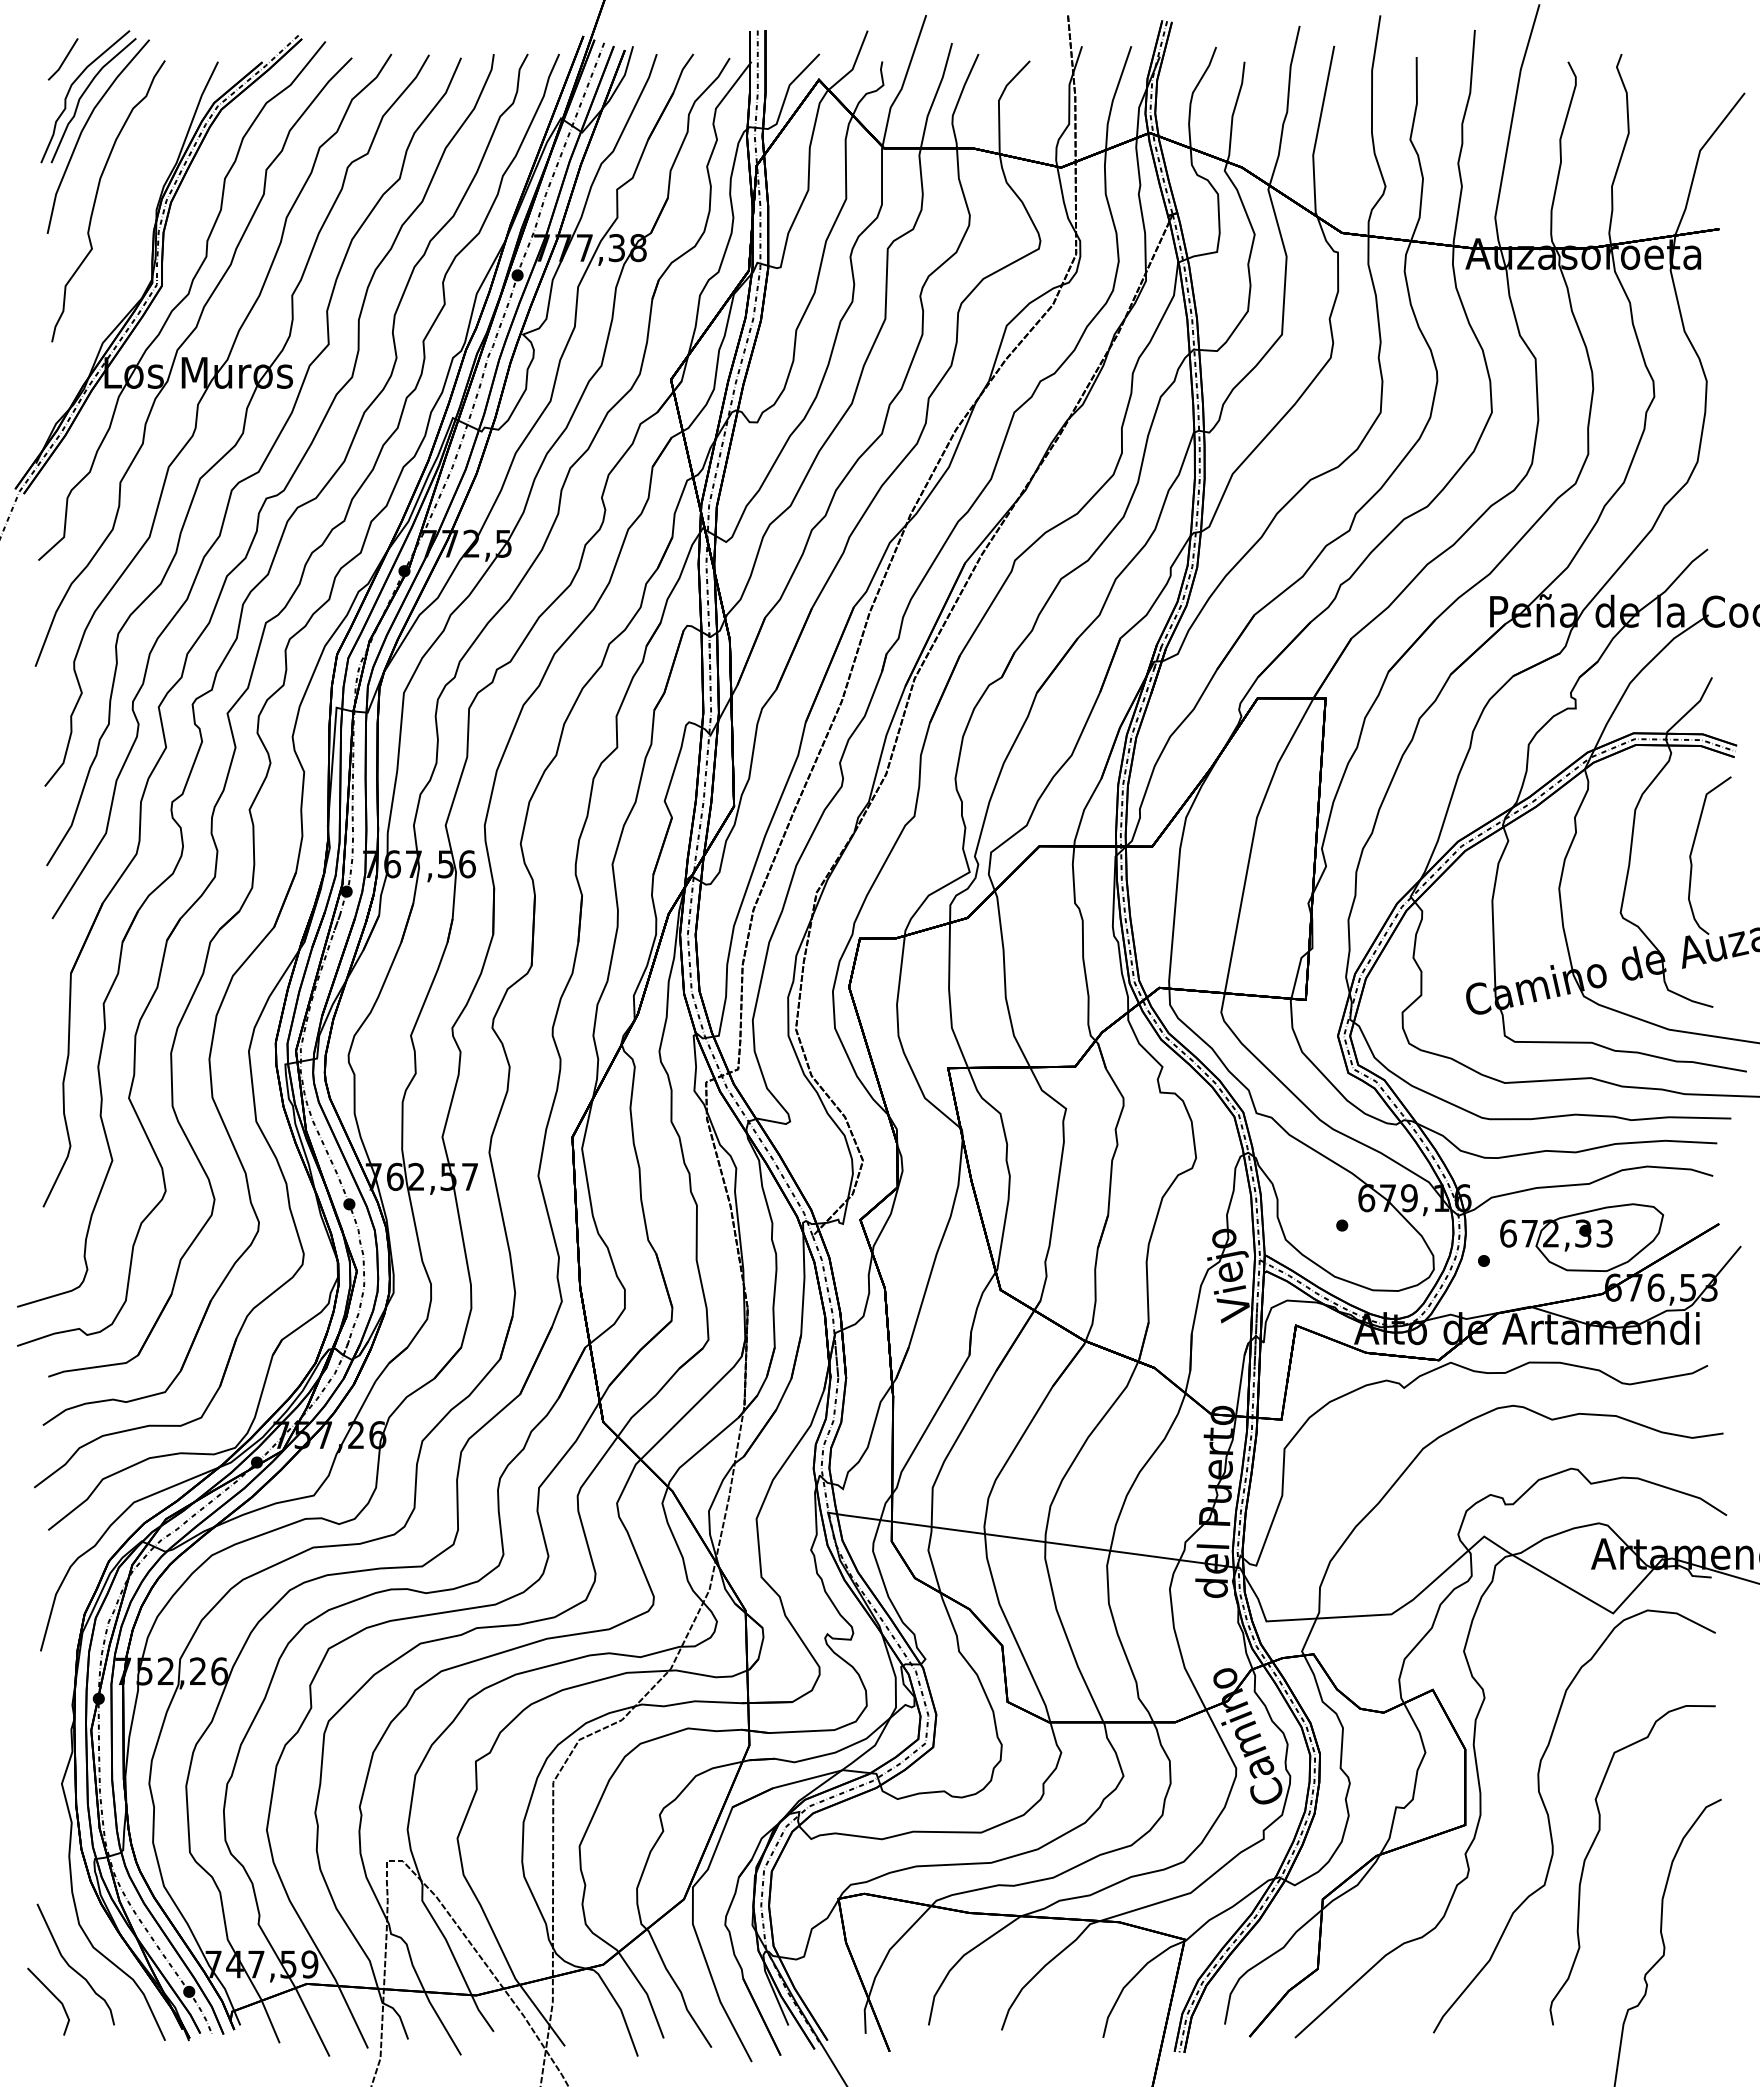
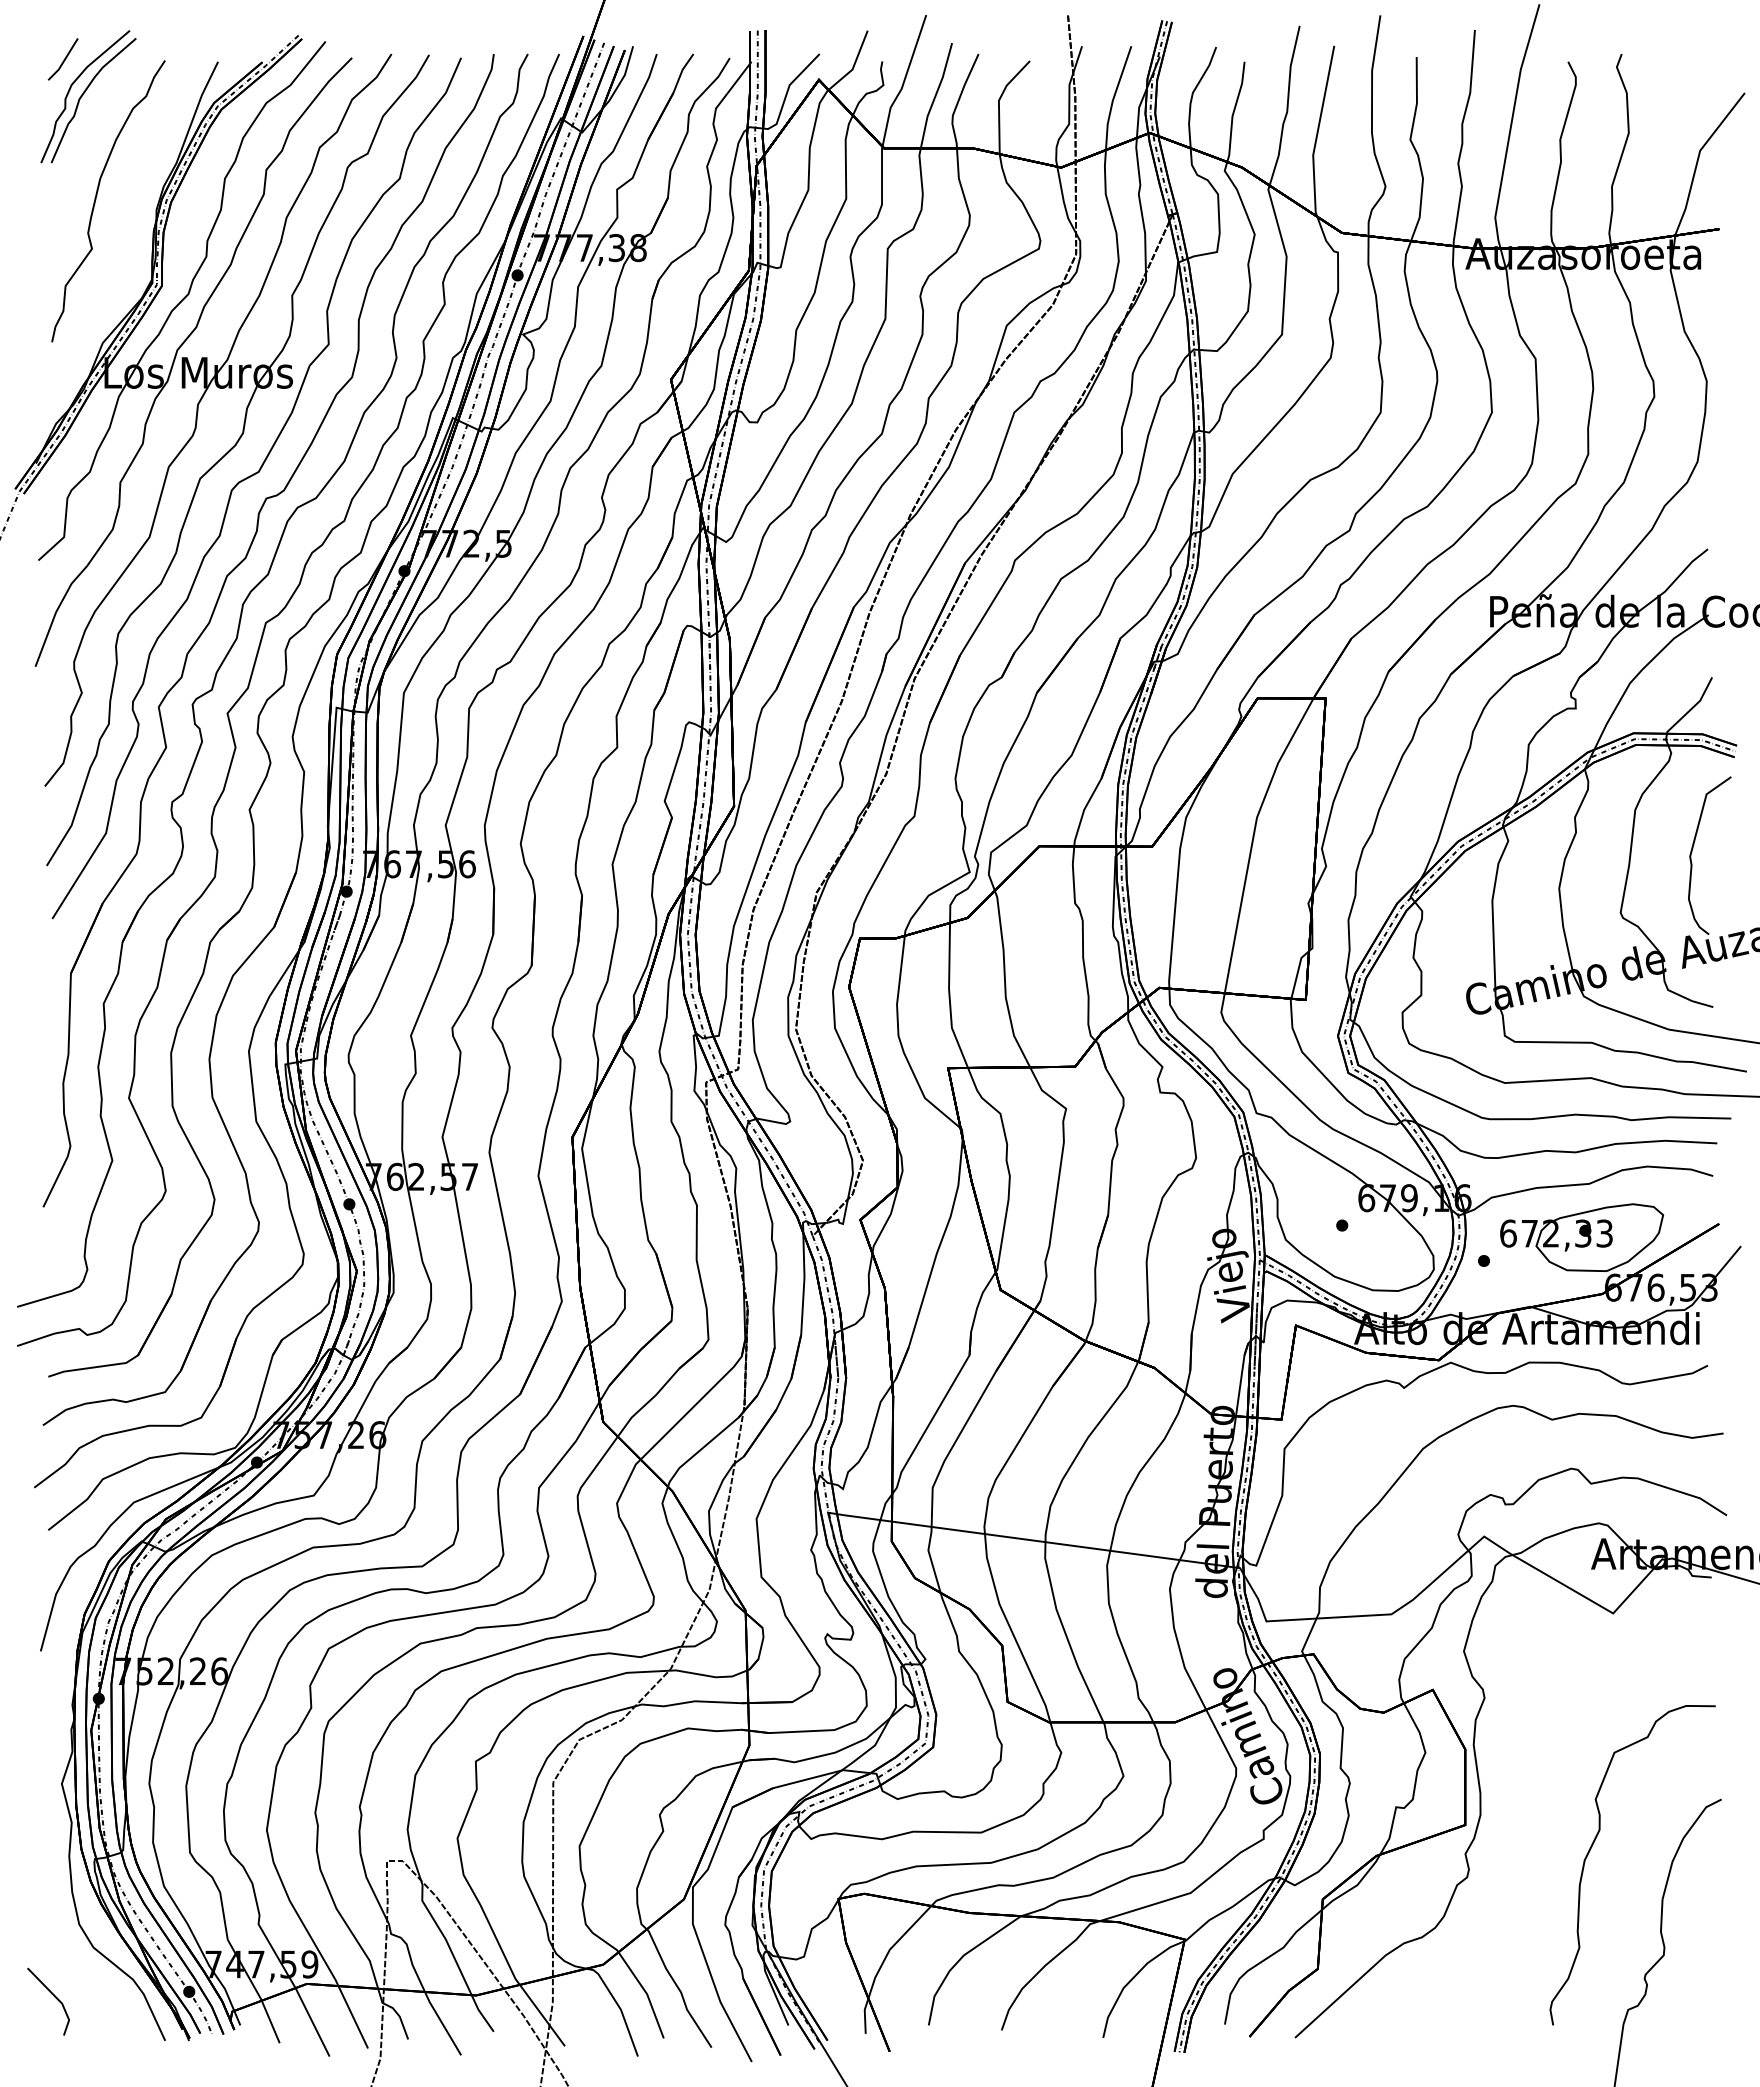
curve at (83, 130): present -> none
curve at (1550, 1822): present -> none
curve at (72, 1967): present -> none
